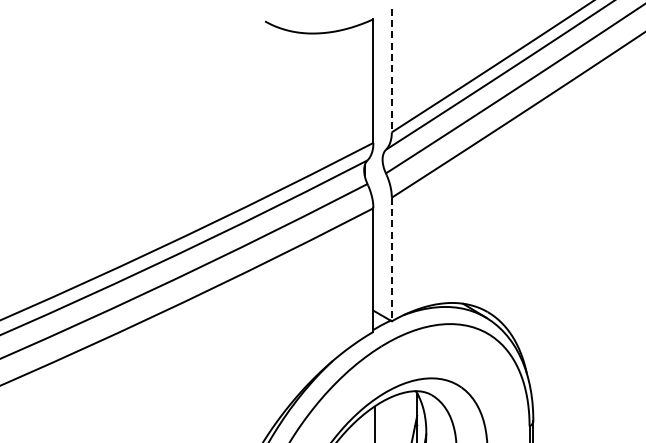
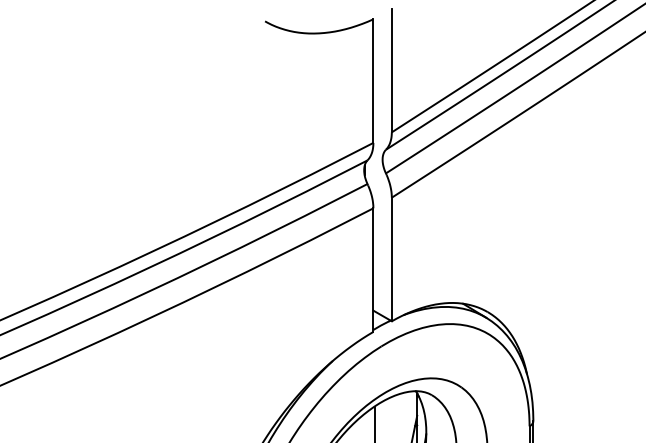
line at (391, 70): dashed -> solid
line at (391, 259): dashed -> solid
